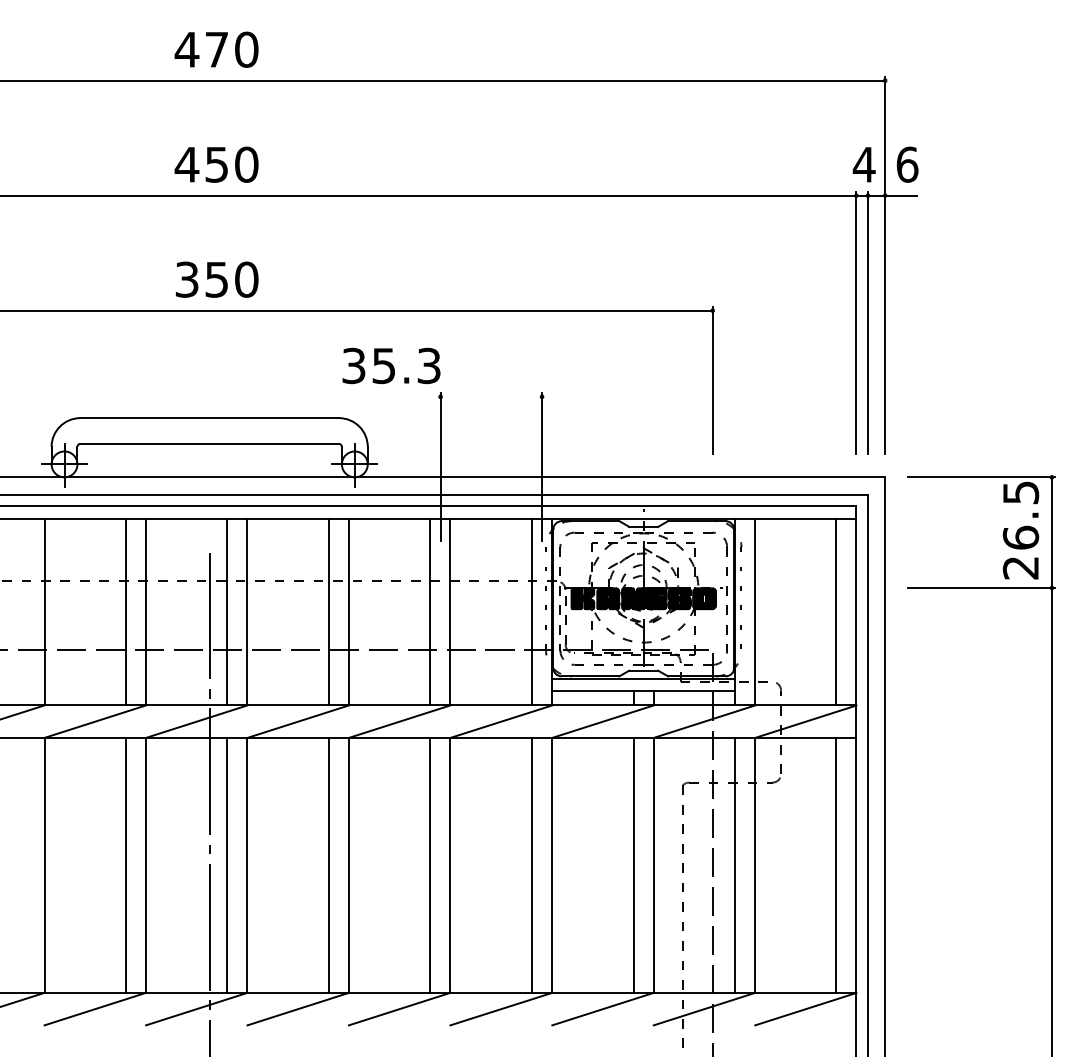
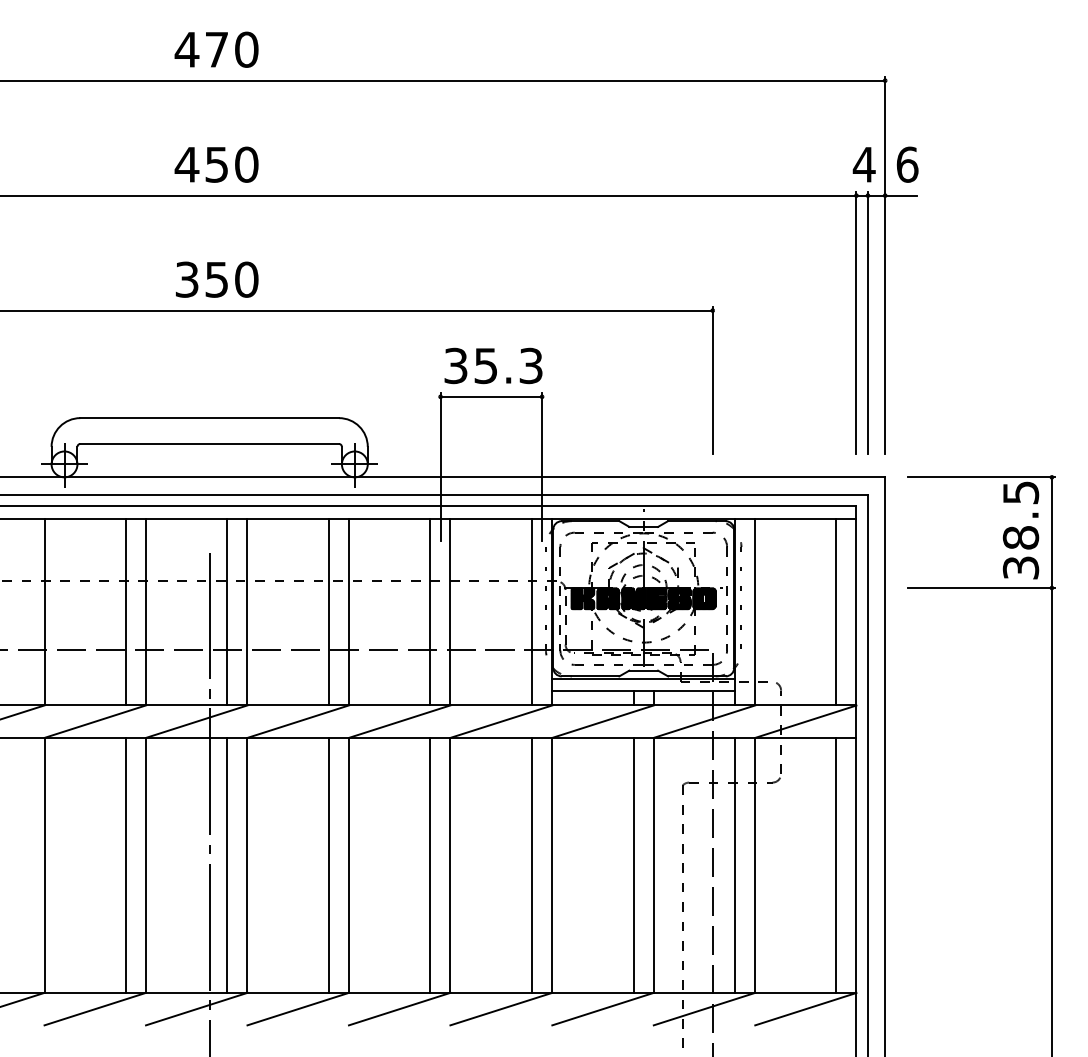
text at (391, 365) position: (391, 365) -> (493, 365)
line at (491, 396): none -> present
text at (1020, 552): 26.5 -> 38.5
